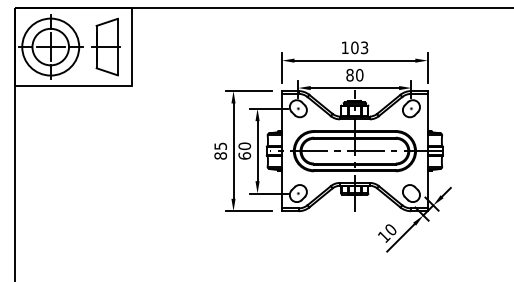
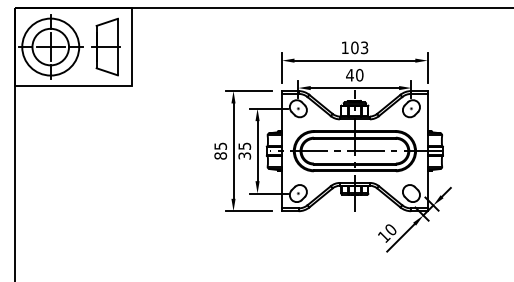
text at (349, 74): 80 -> 40
text at (244, 150): 60 -> 35
